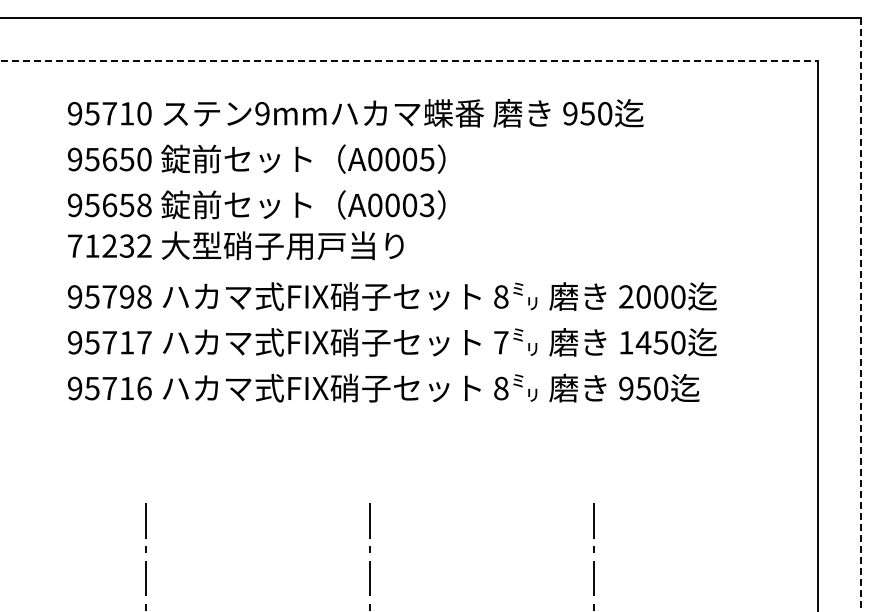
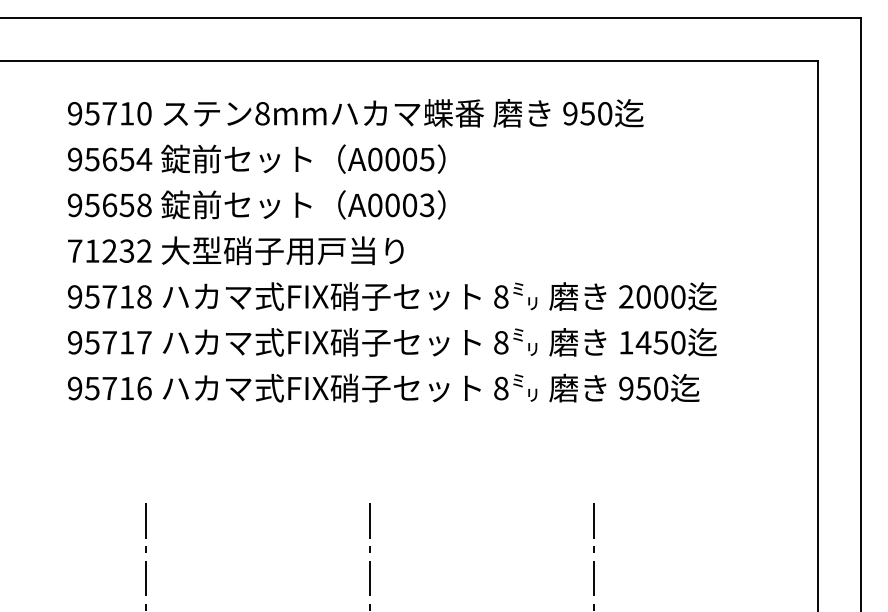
line at (409, 61): dashed -> solid
text at (262, 113): 9mm -> 8mm
text at (144, 159): 95650 -> 95654
text at (235, 245) position: (235, 245) -> (235, 250)
text at (127, 296): 95798 -> 95718
line at (861, 315): dashed -> solid
text at (501, 342): 7 -> 8
